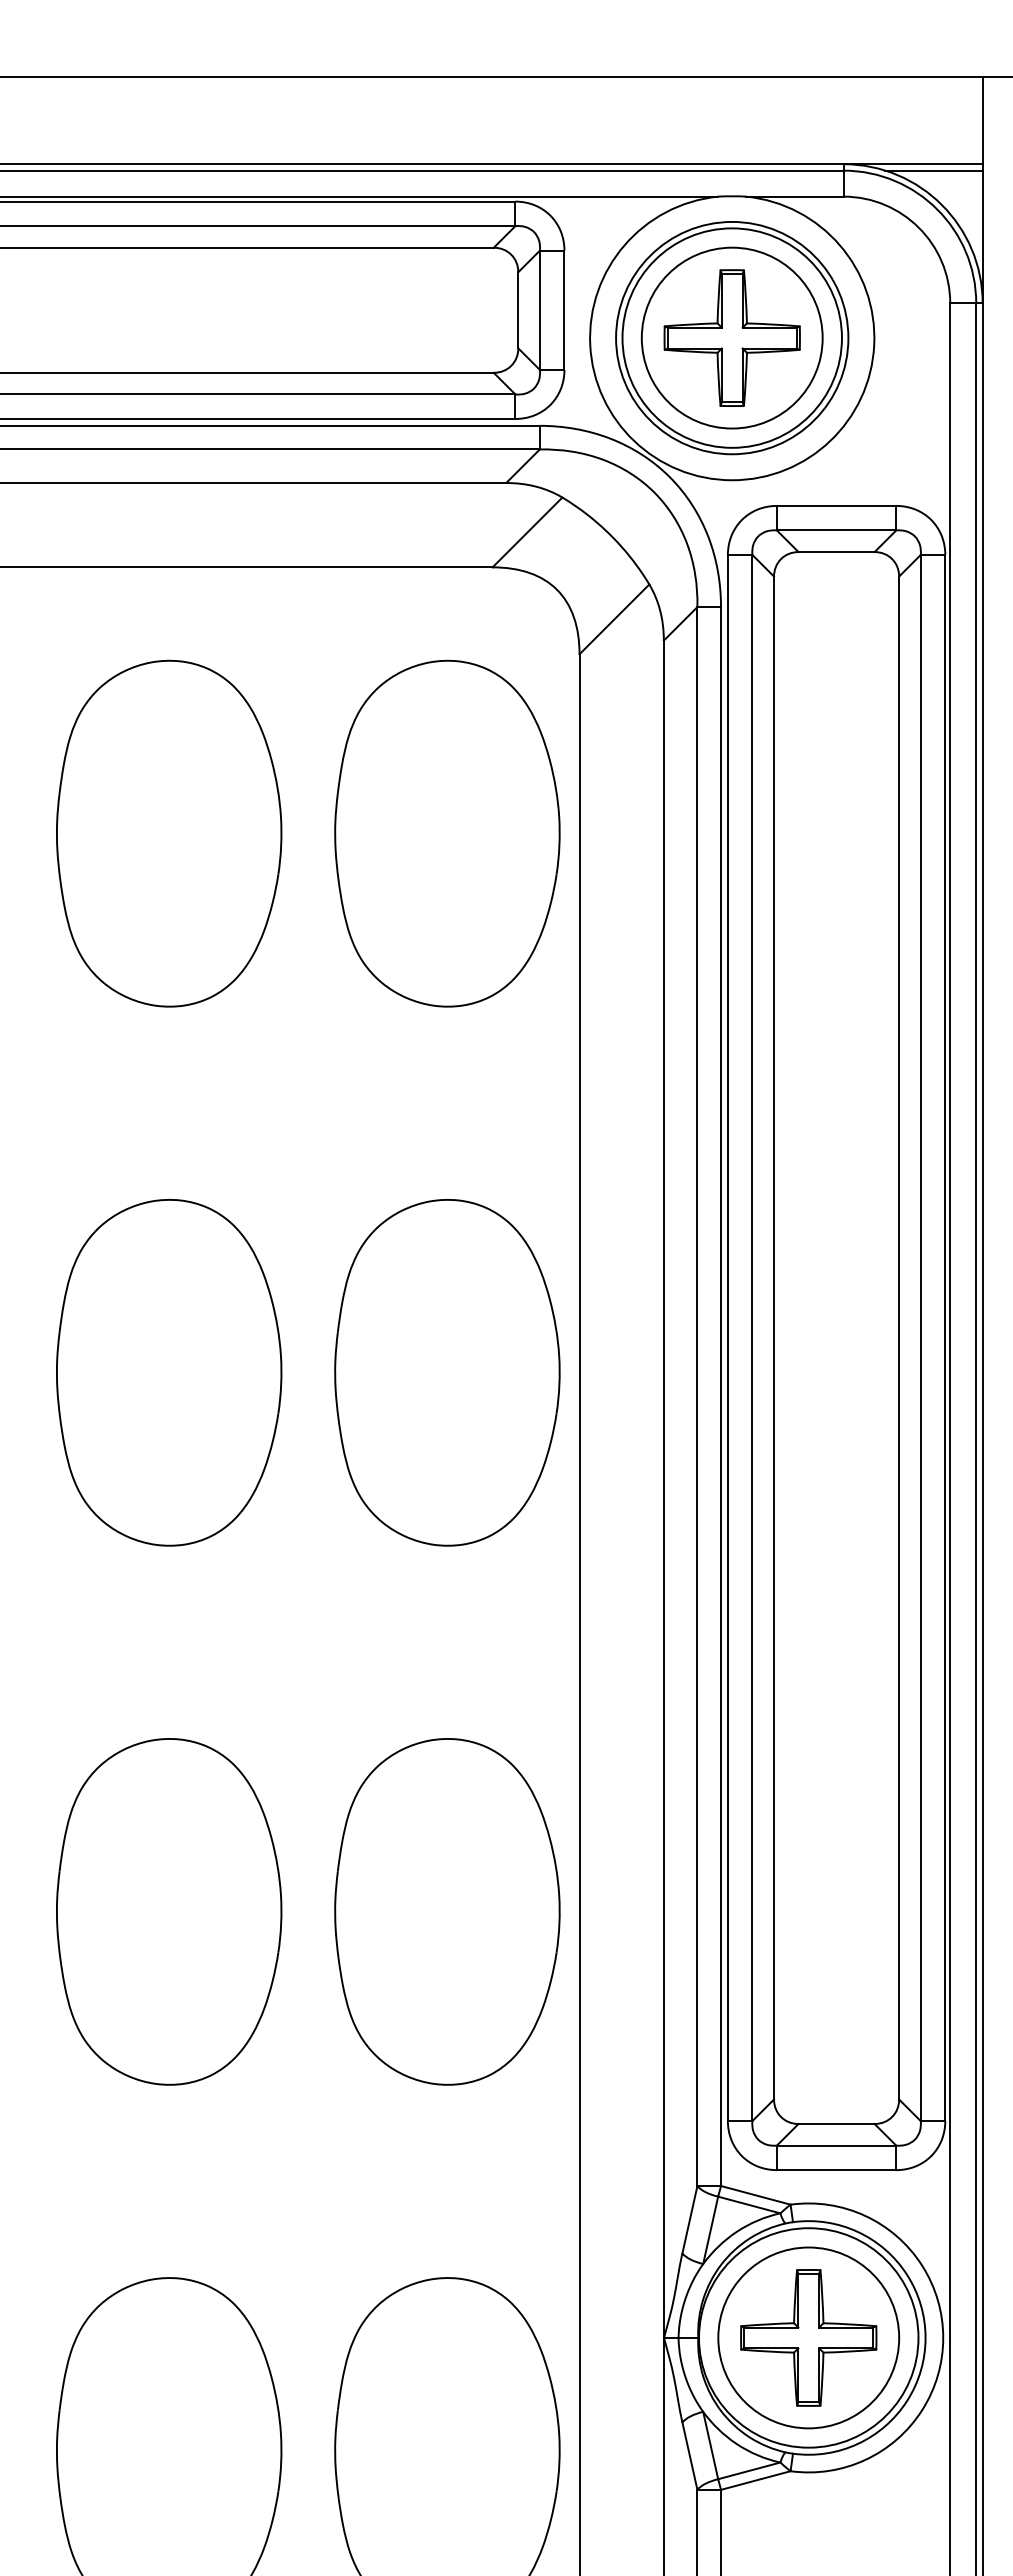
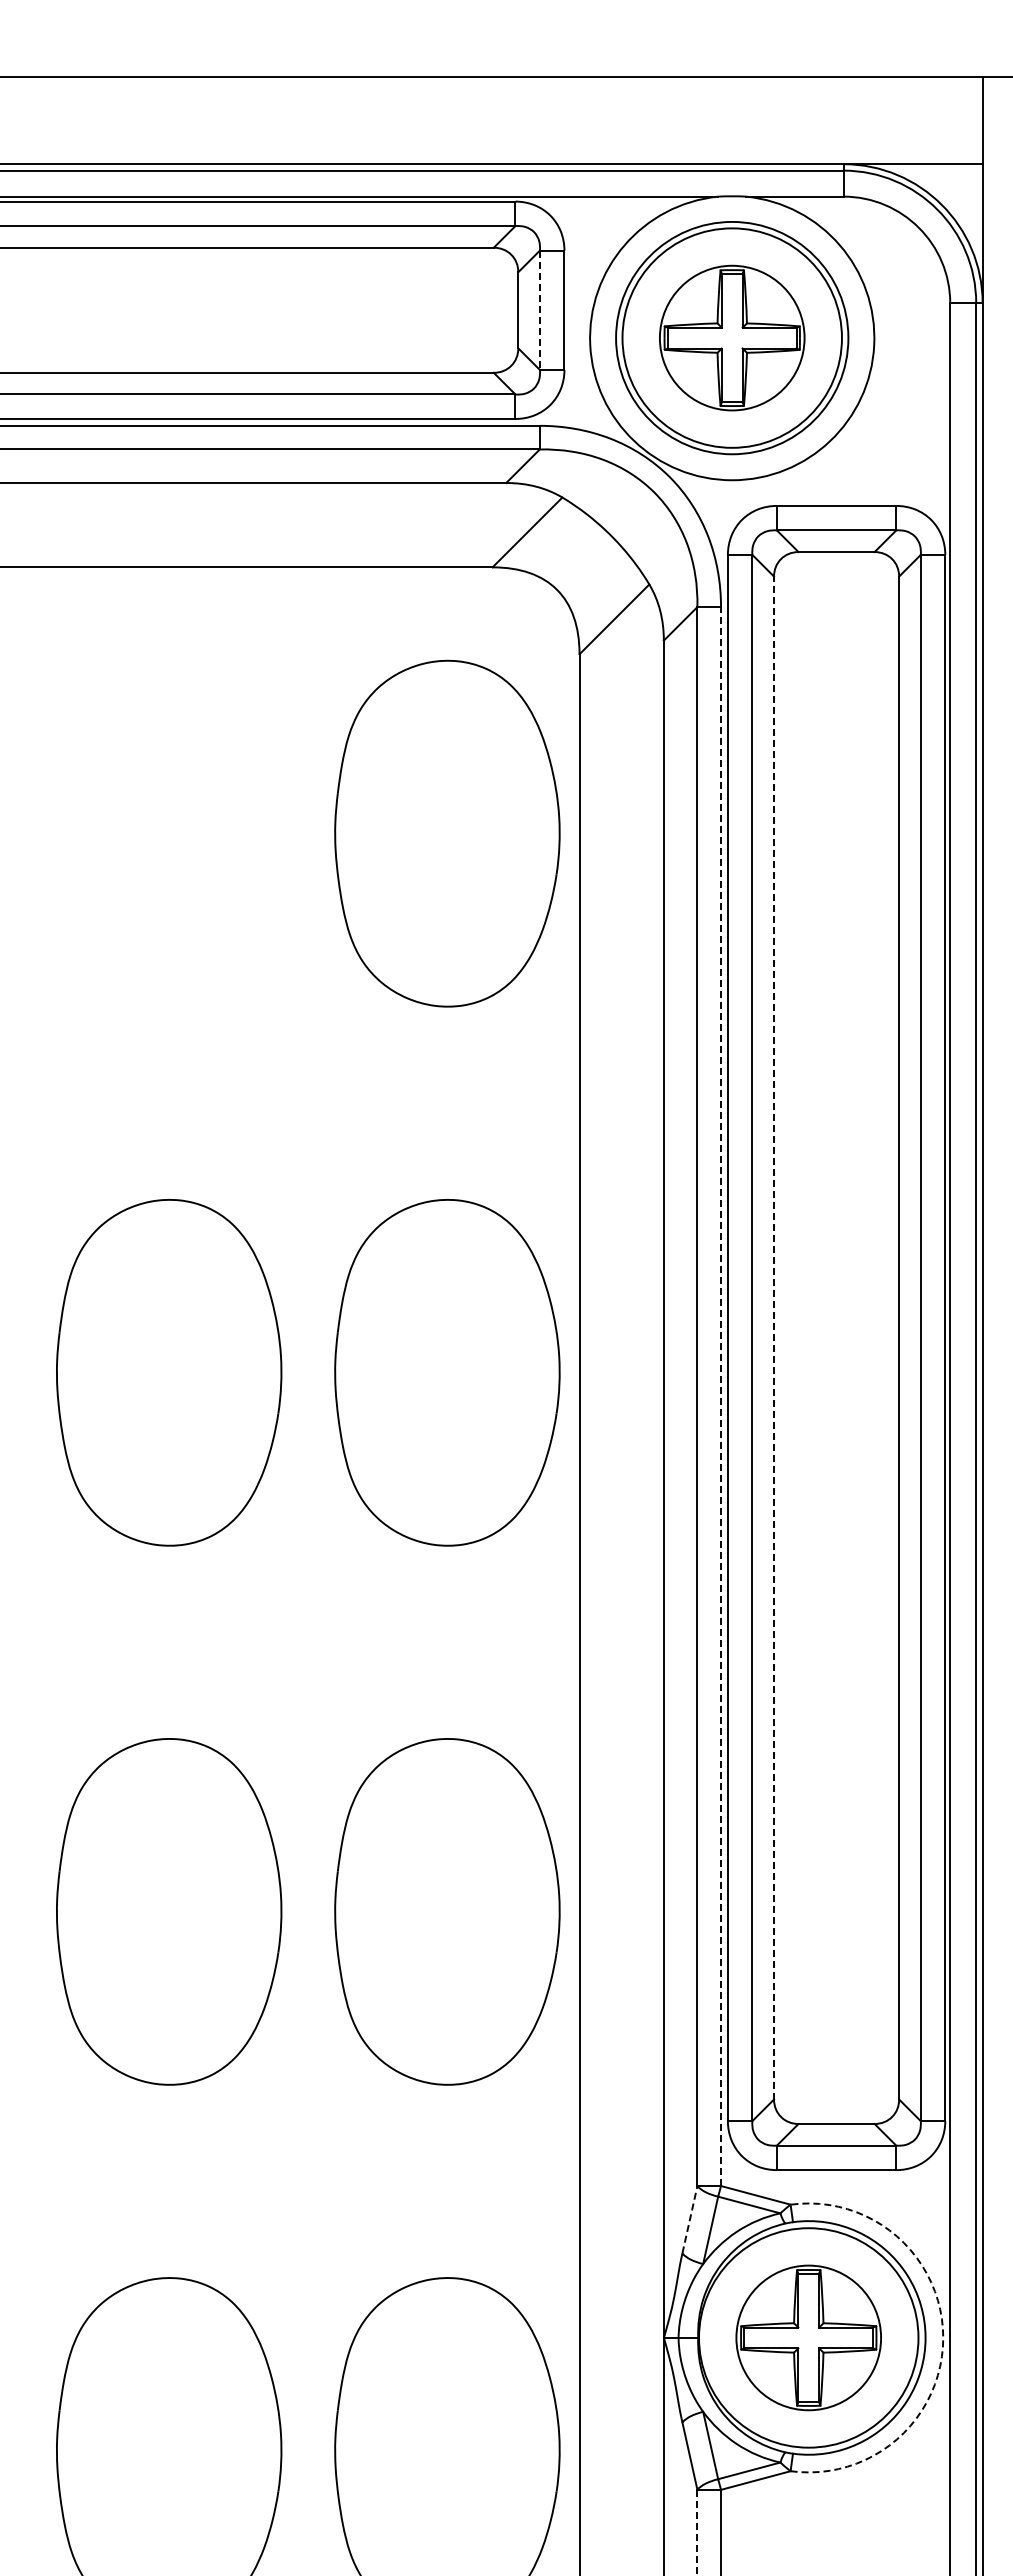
line at (933, 171): present -> none
line at (539, 310): solid -> dashed
circle at (731, 337) diameter: 181 px -> 145 px
part at (169, 833): present -> none
line at (774, 1337): solid -> dashed
line at (721, 1396): solid -> dashed
line at (690, 2219): solid -> dashed
circle at (808, 2337) diameter: 181 px -> 145 px
arc at (943, 2337): solid -> dashed
line at (697, 2532): solid -> dashed
